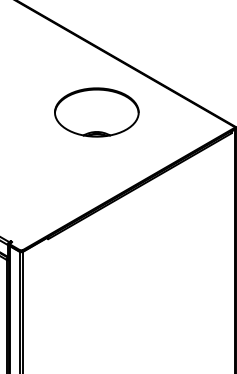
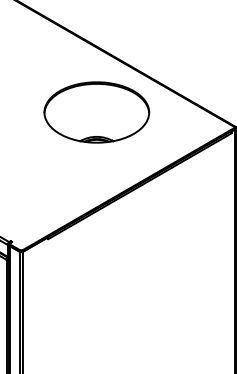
part at (96, 112) size: 86x51 px -> 108x63 px
